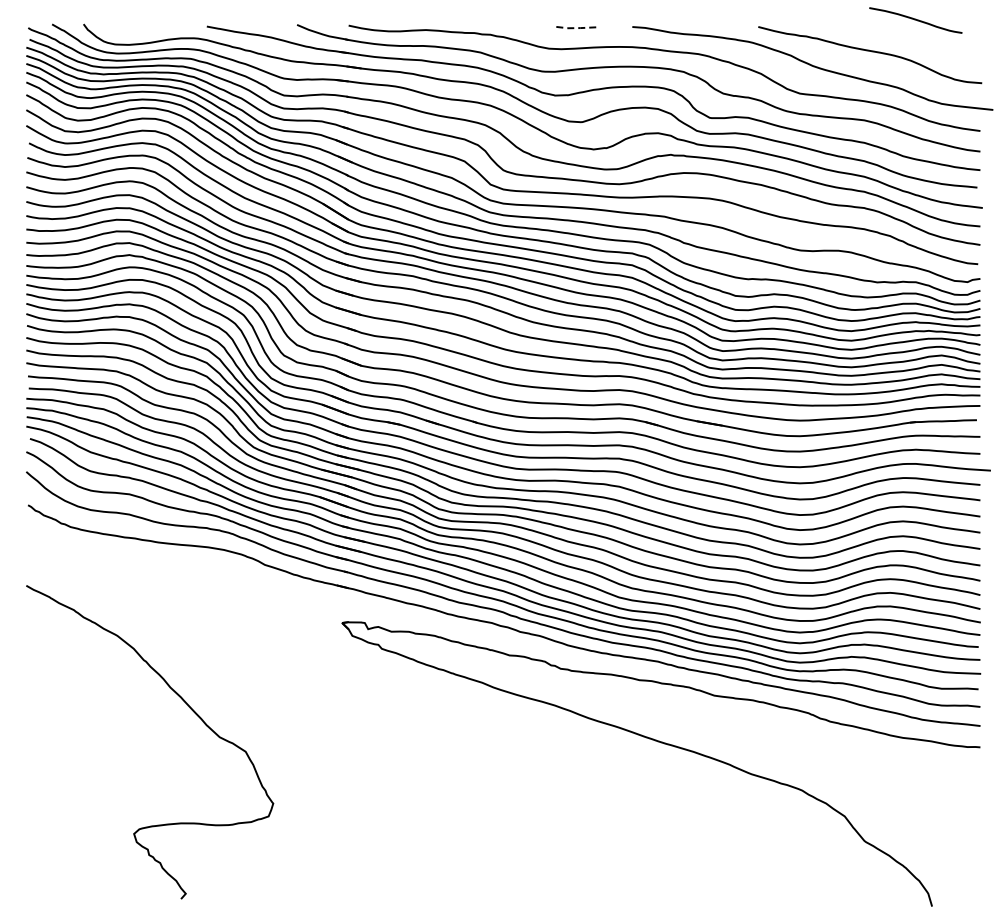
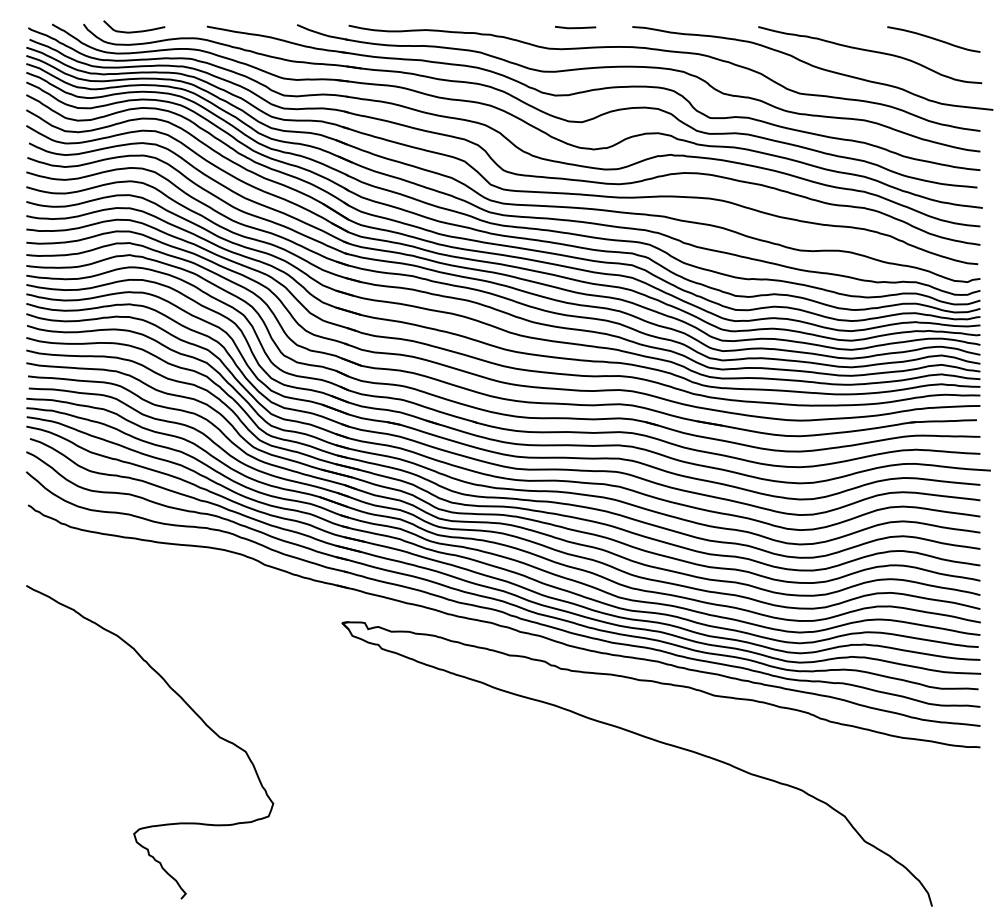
curve at (915, 20) position: (915, 20) -> (933, 39)
line at (575, 28): dashed -> solid
curve at (134, 31): none -> present
